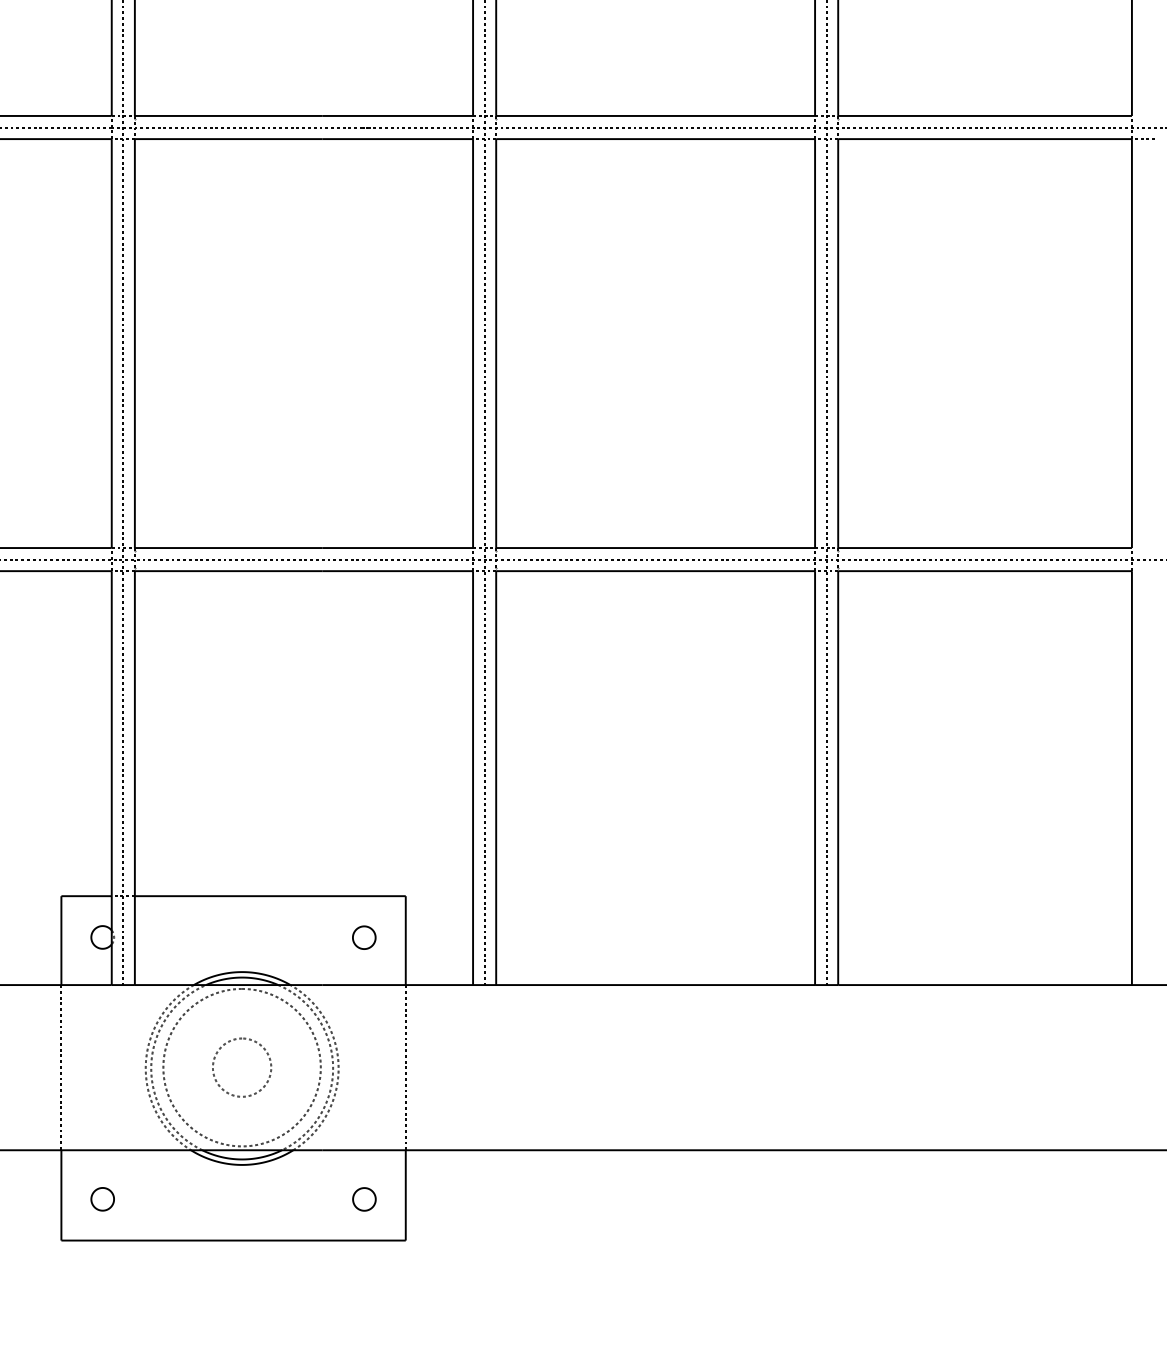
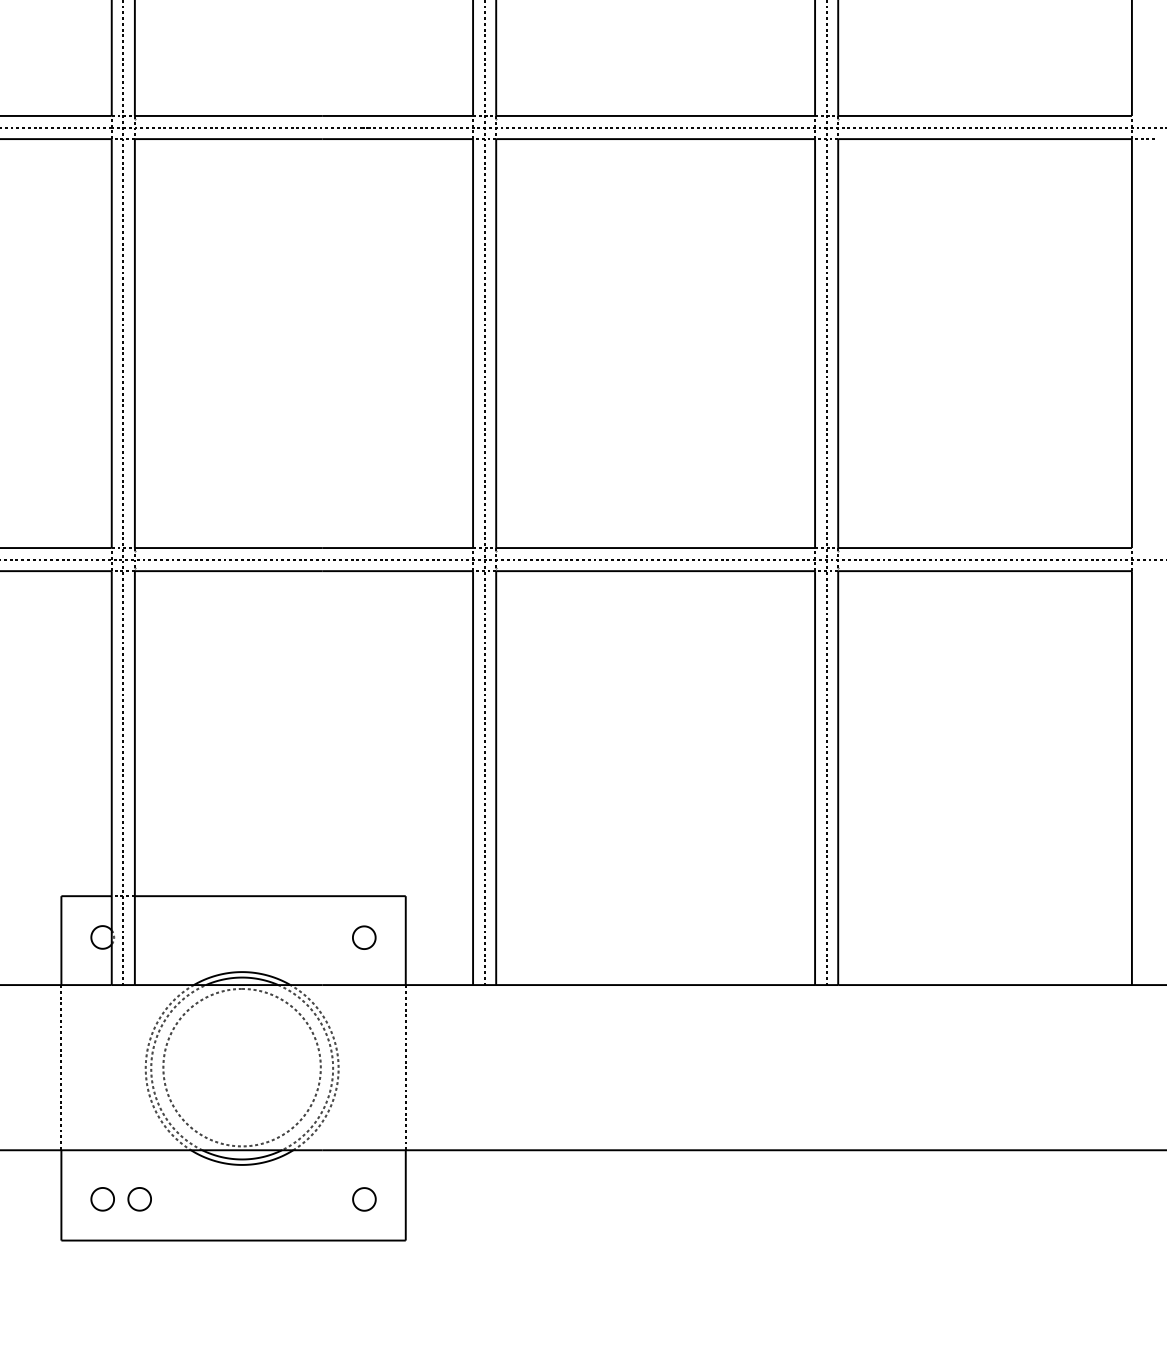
part at (268, 1058): present -> none
part at (139, 1199): none -> present
